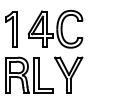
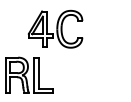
part at (11, 29): present -> none
part at (68, 74): present -> none
